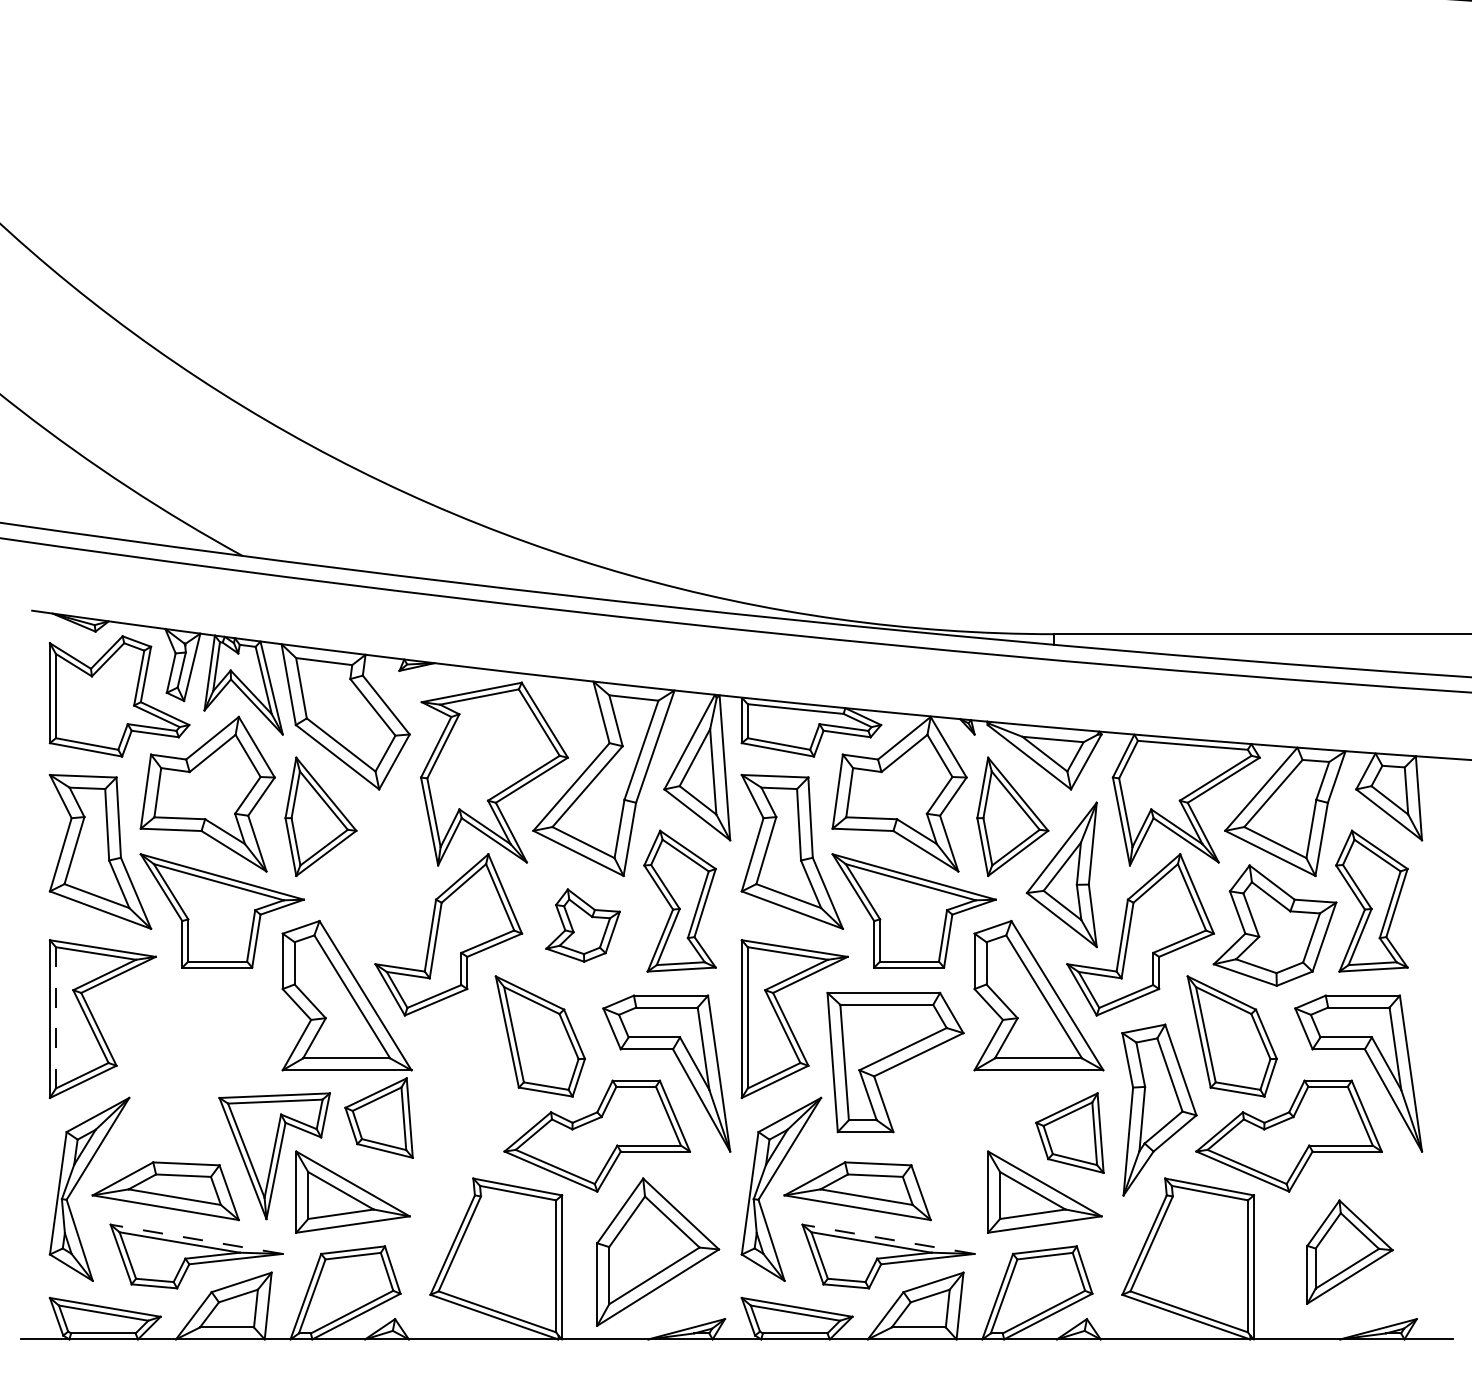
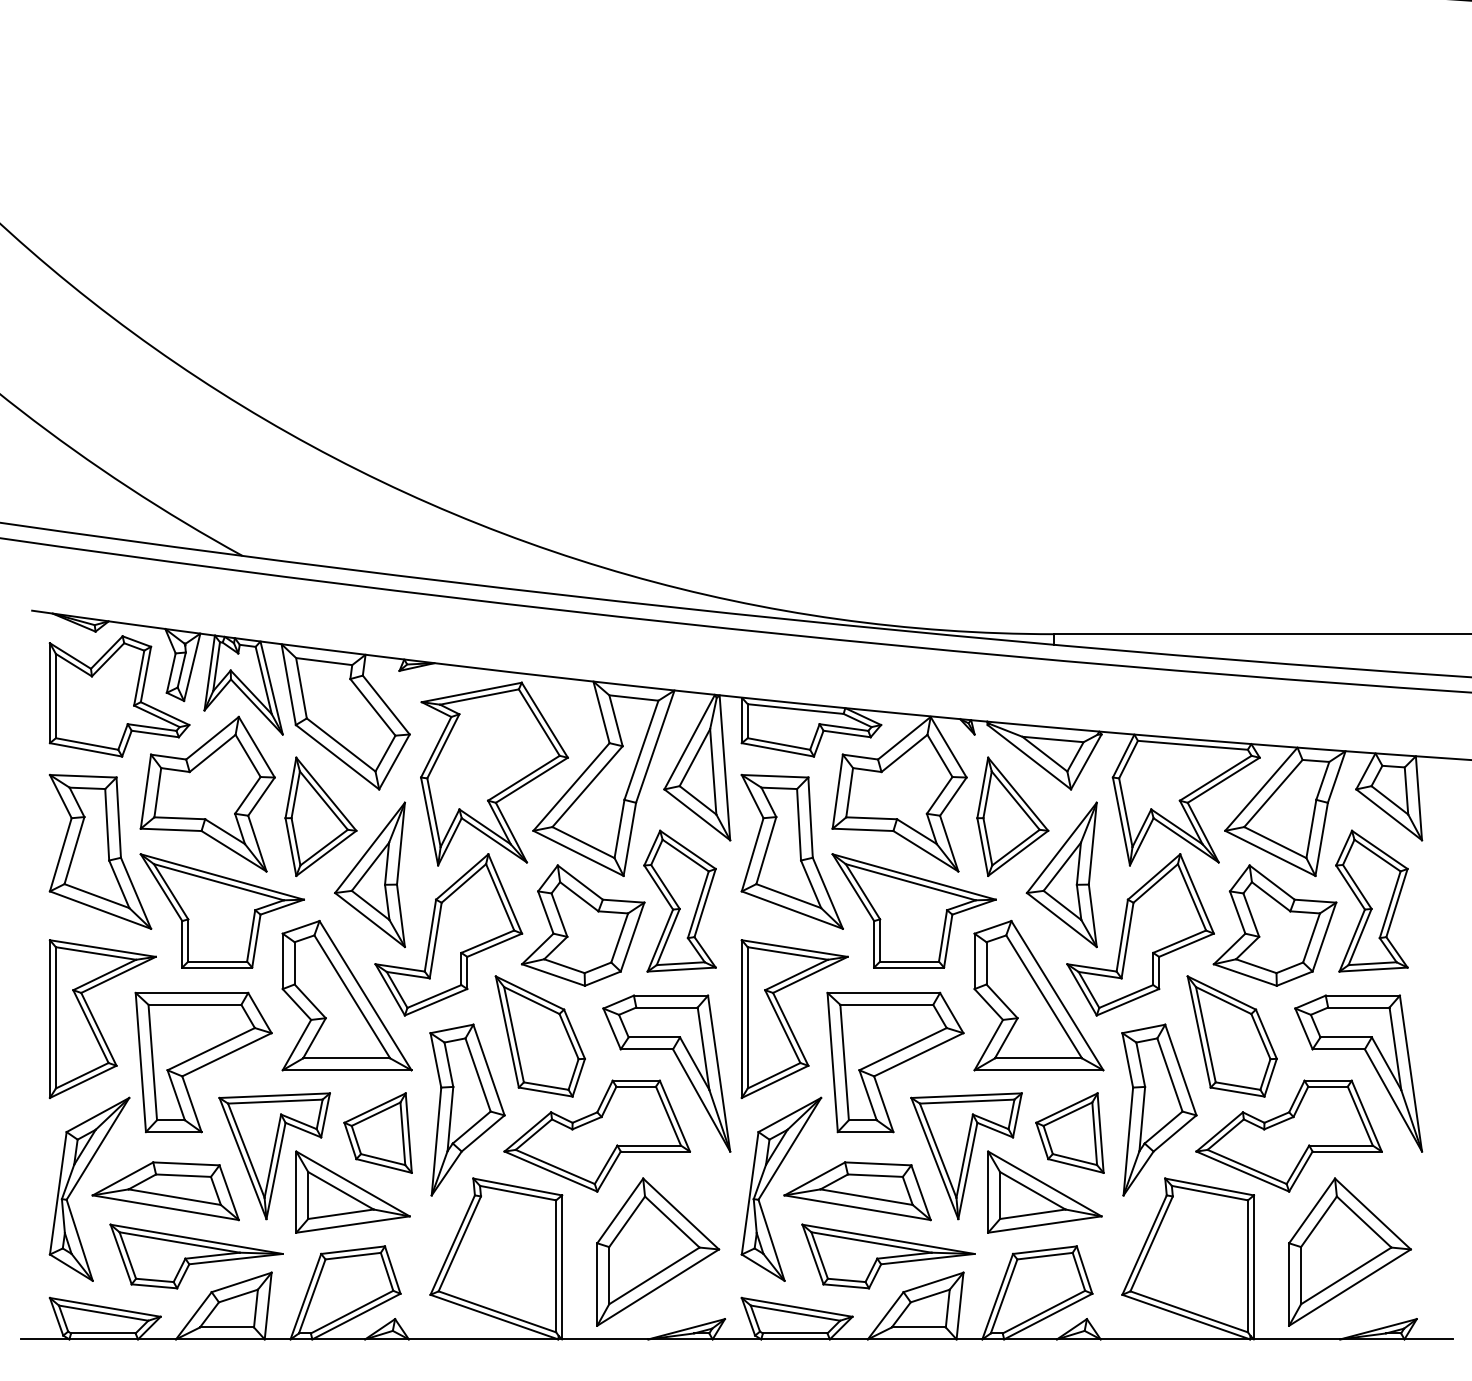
part at (369, 874): none -> present
part at (582, 925) size: 76x75 px -> 126x123 px
line at (55, 1017): dashed -> solid
part at (203, 1062): none -> present
part at (467, 1109): none -> present
part at (378, 1117) position: (378, 1117) -> (377, 1132)
part at (966, 1156): none -> present
line at (196, 1239): dashed -> solid
line at (888, 1239): dashed -> solid
part at (1349, 1251) size: 88x106 px -> 124x150 px
